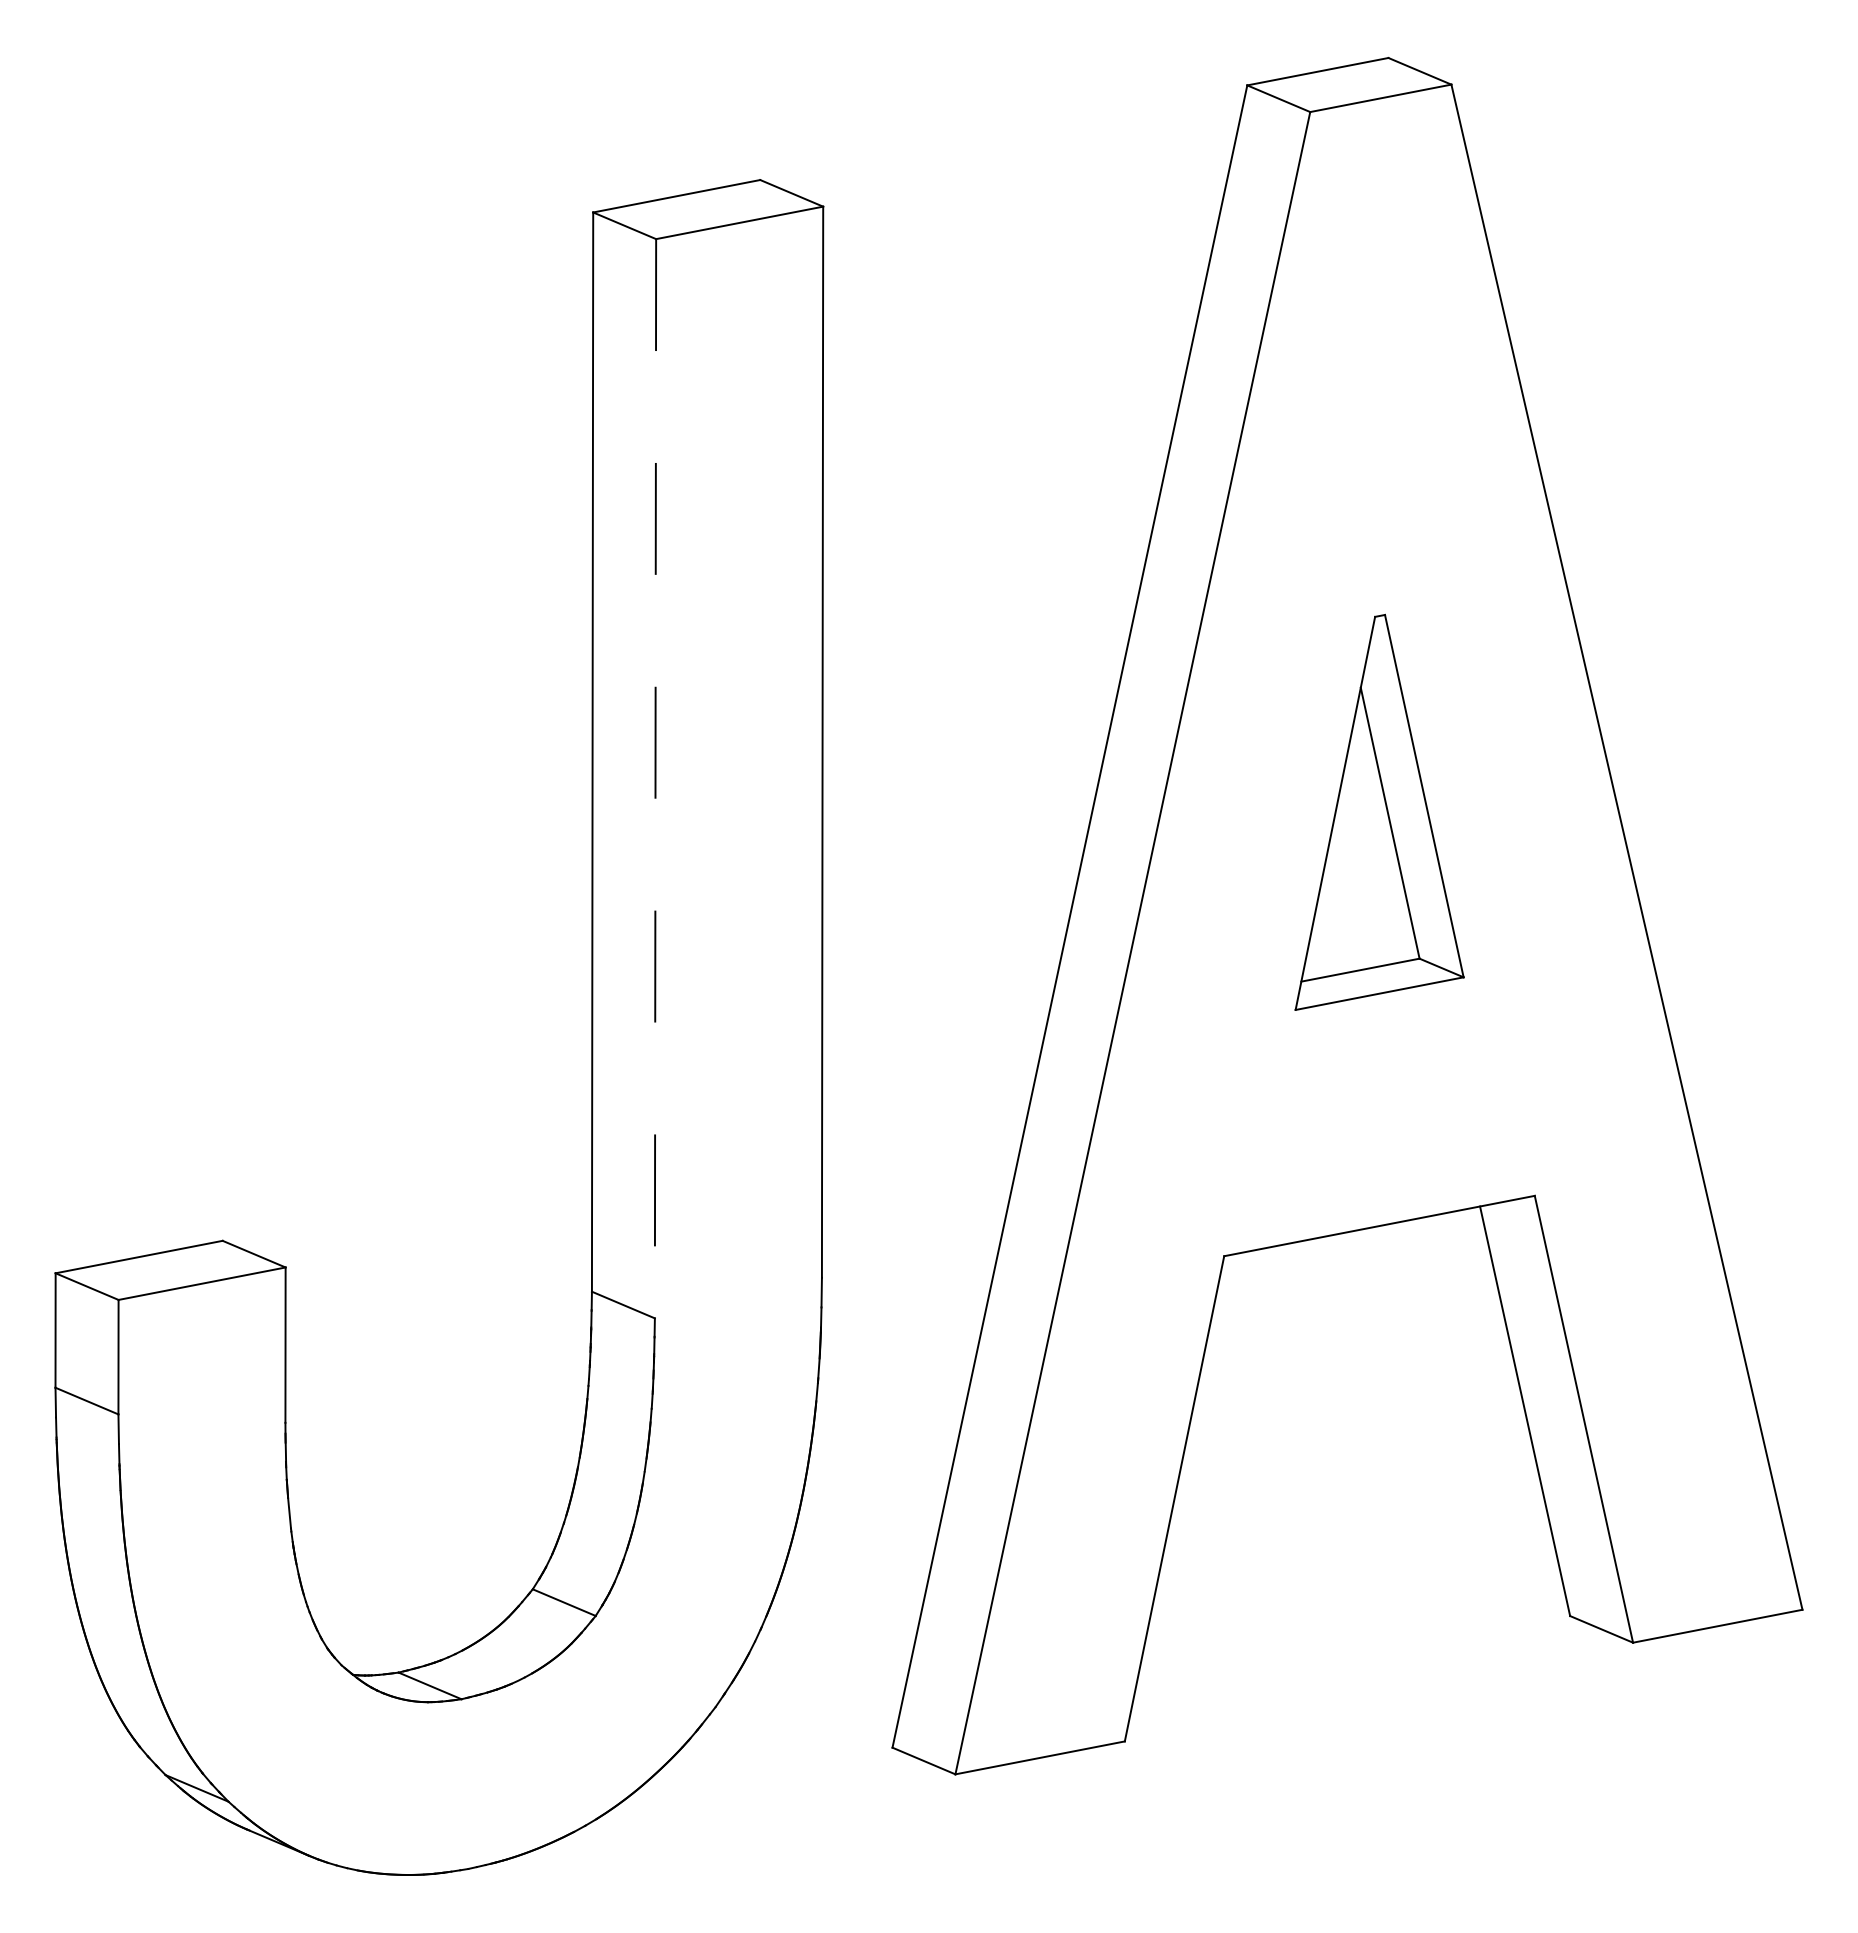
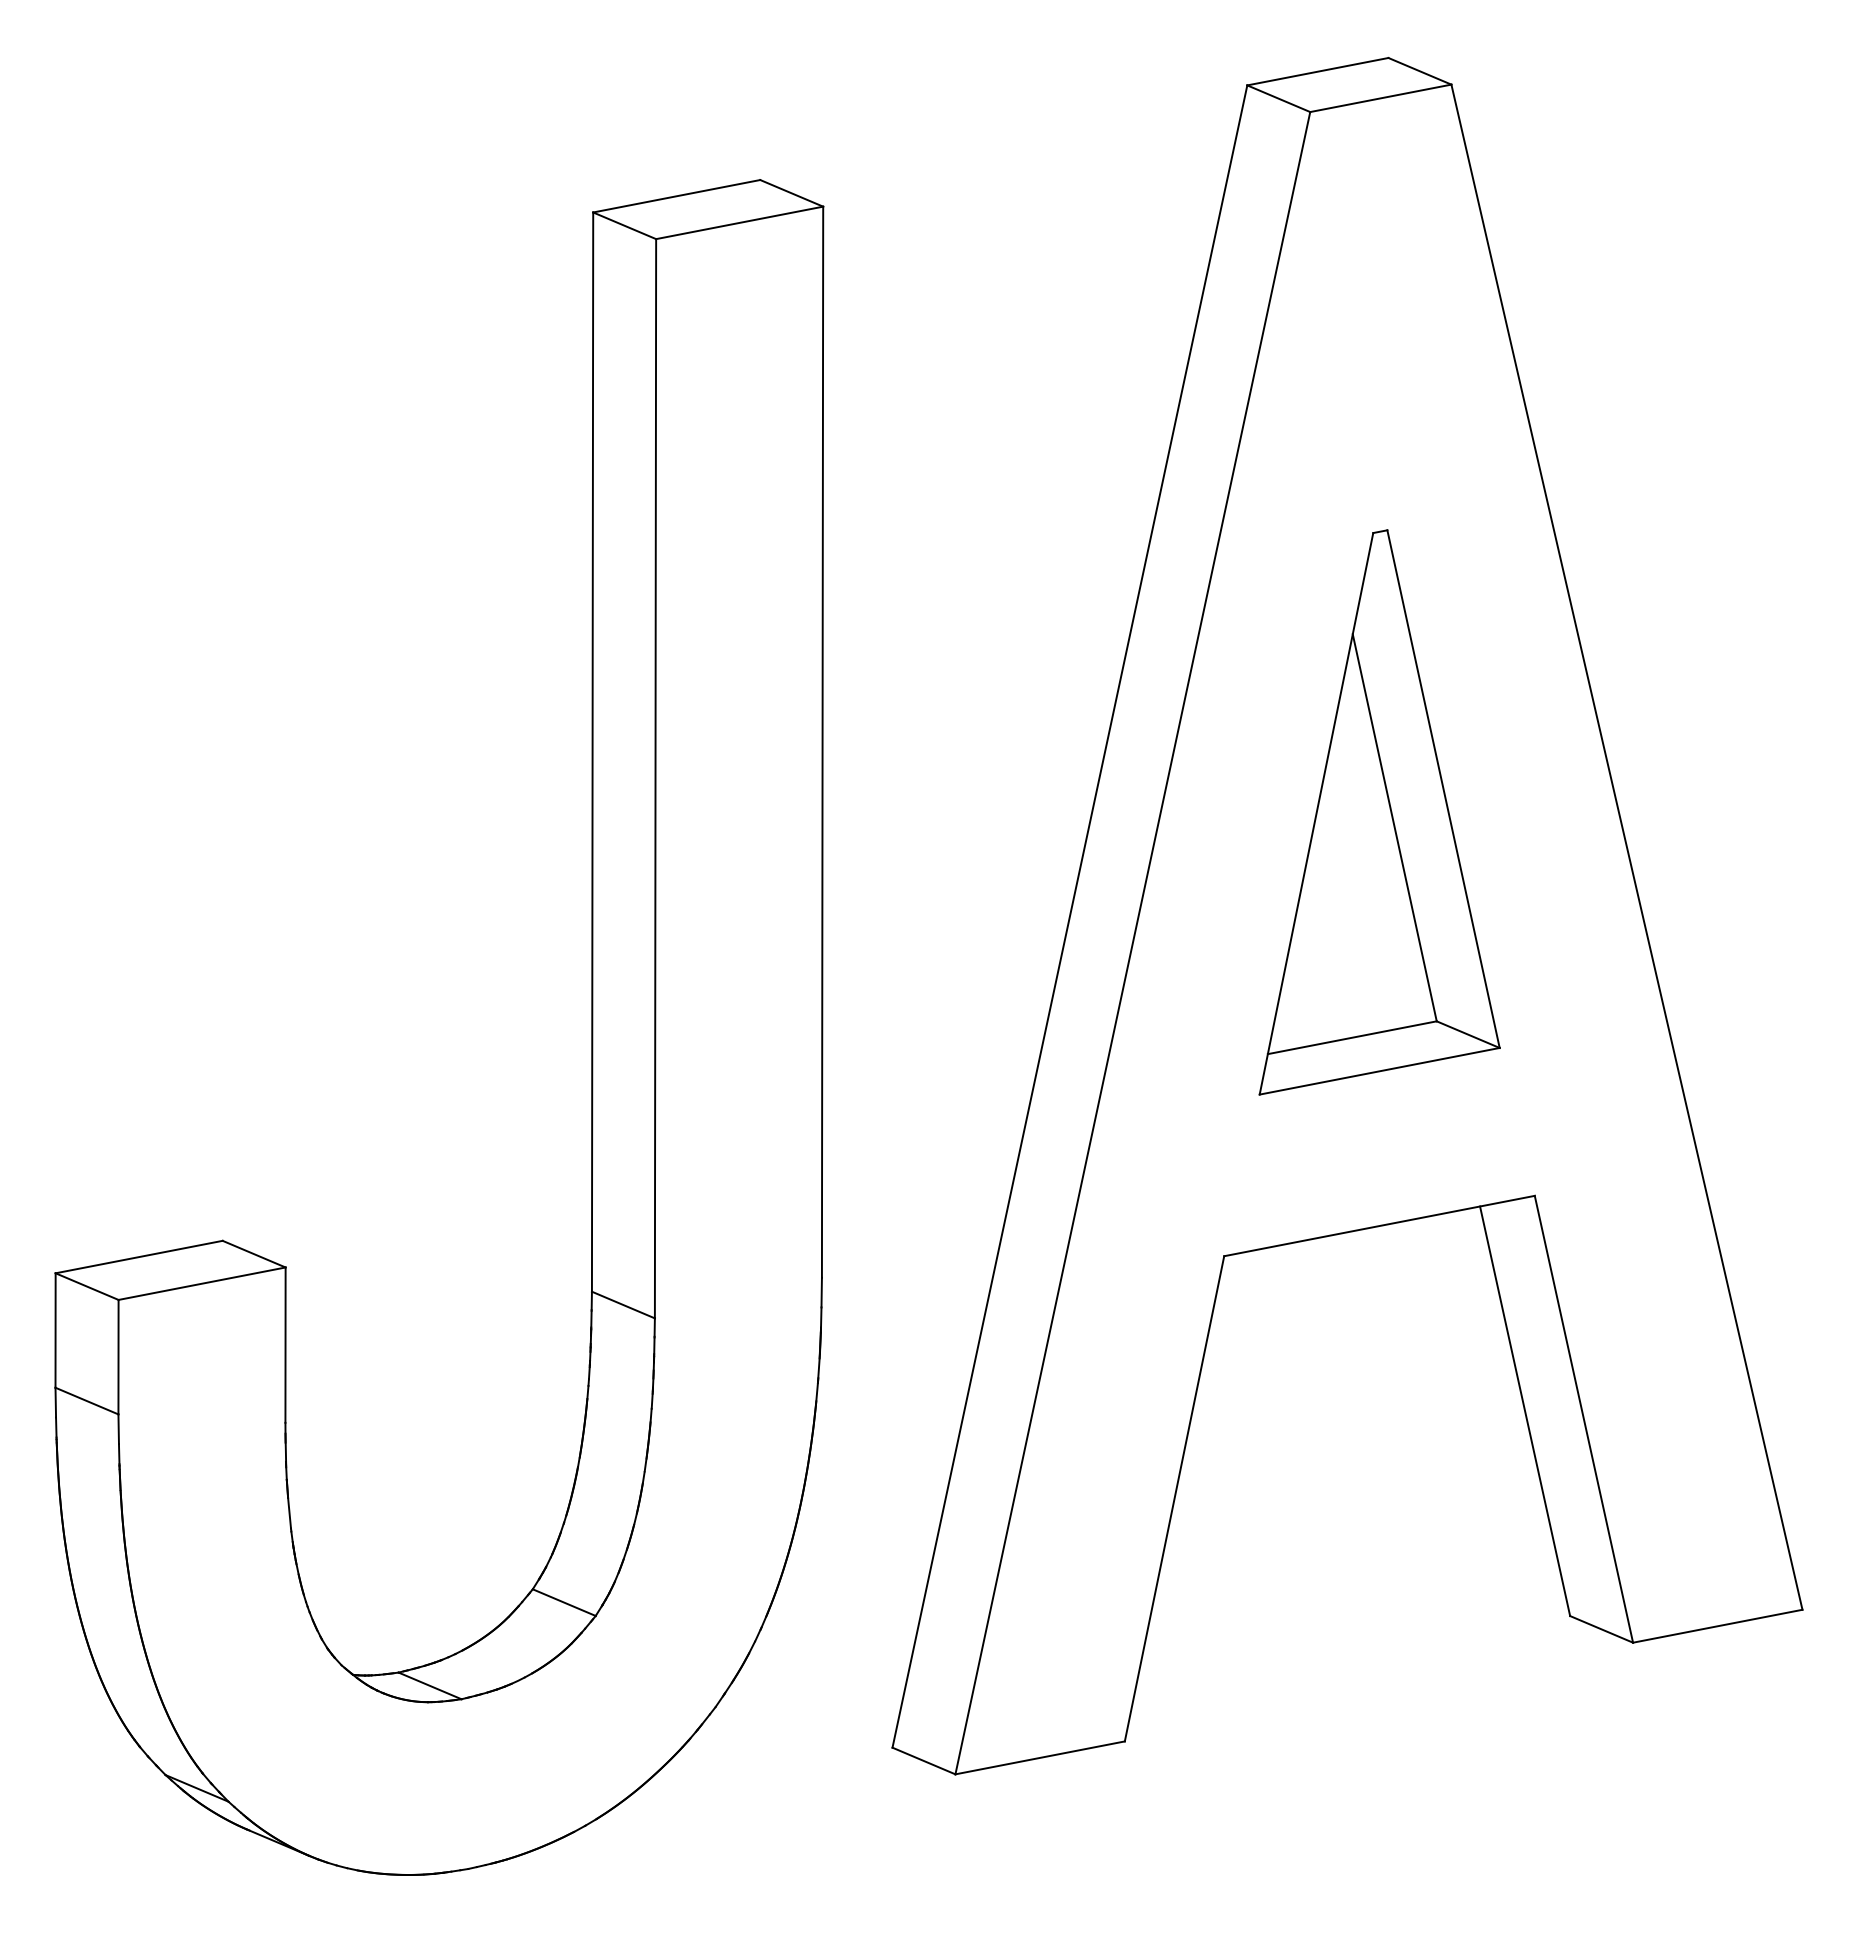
line at (655, 778): dashed -> solid
part at (1379, 811) size: 171x398 px -> 243x567 px
